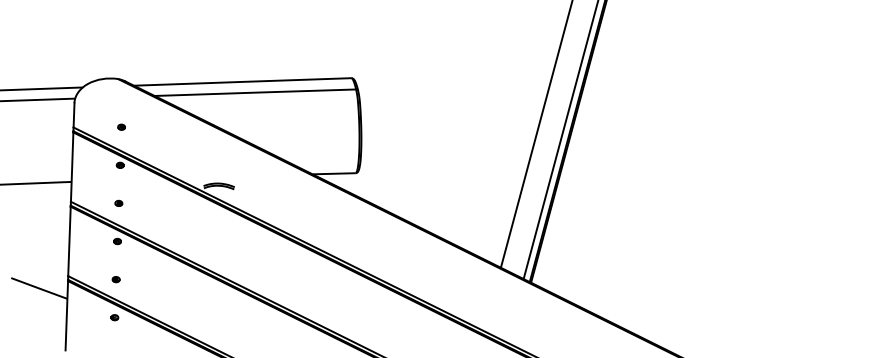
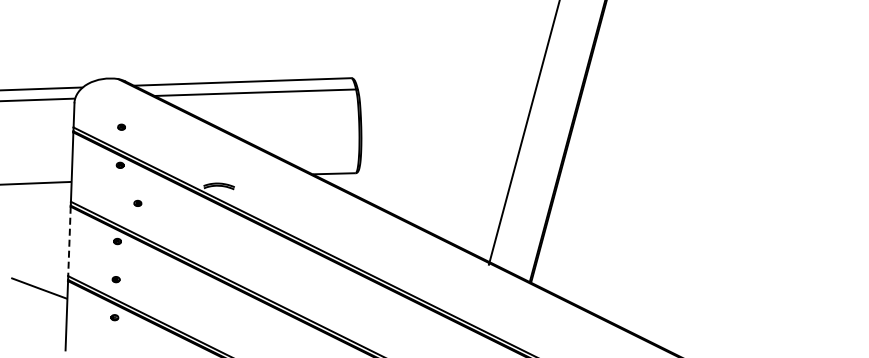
line at (536, 134) position: (536, 134) -> (523, 133)
line at (560, 140): present -> none
part at (118, 202) position: (118, 202) -> (137, 202)
line at (69, 241): solid -> dashed
